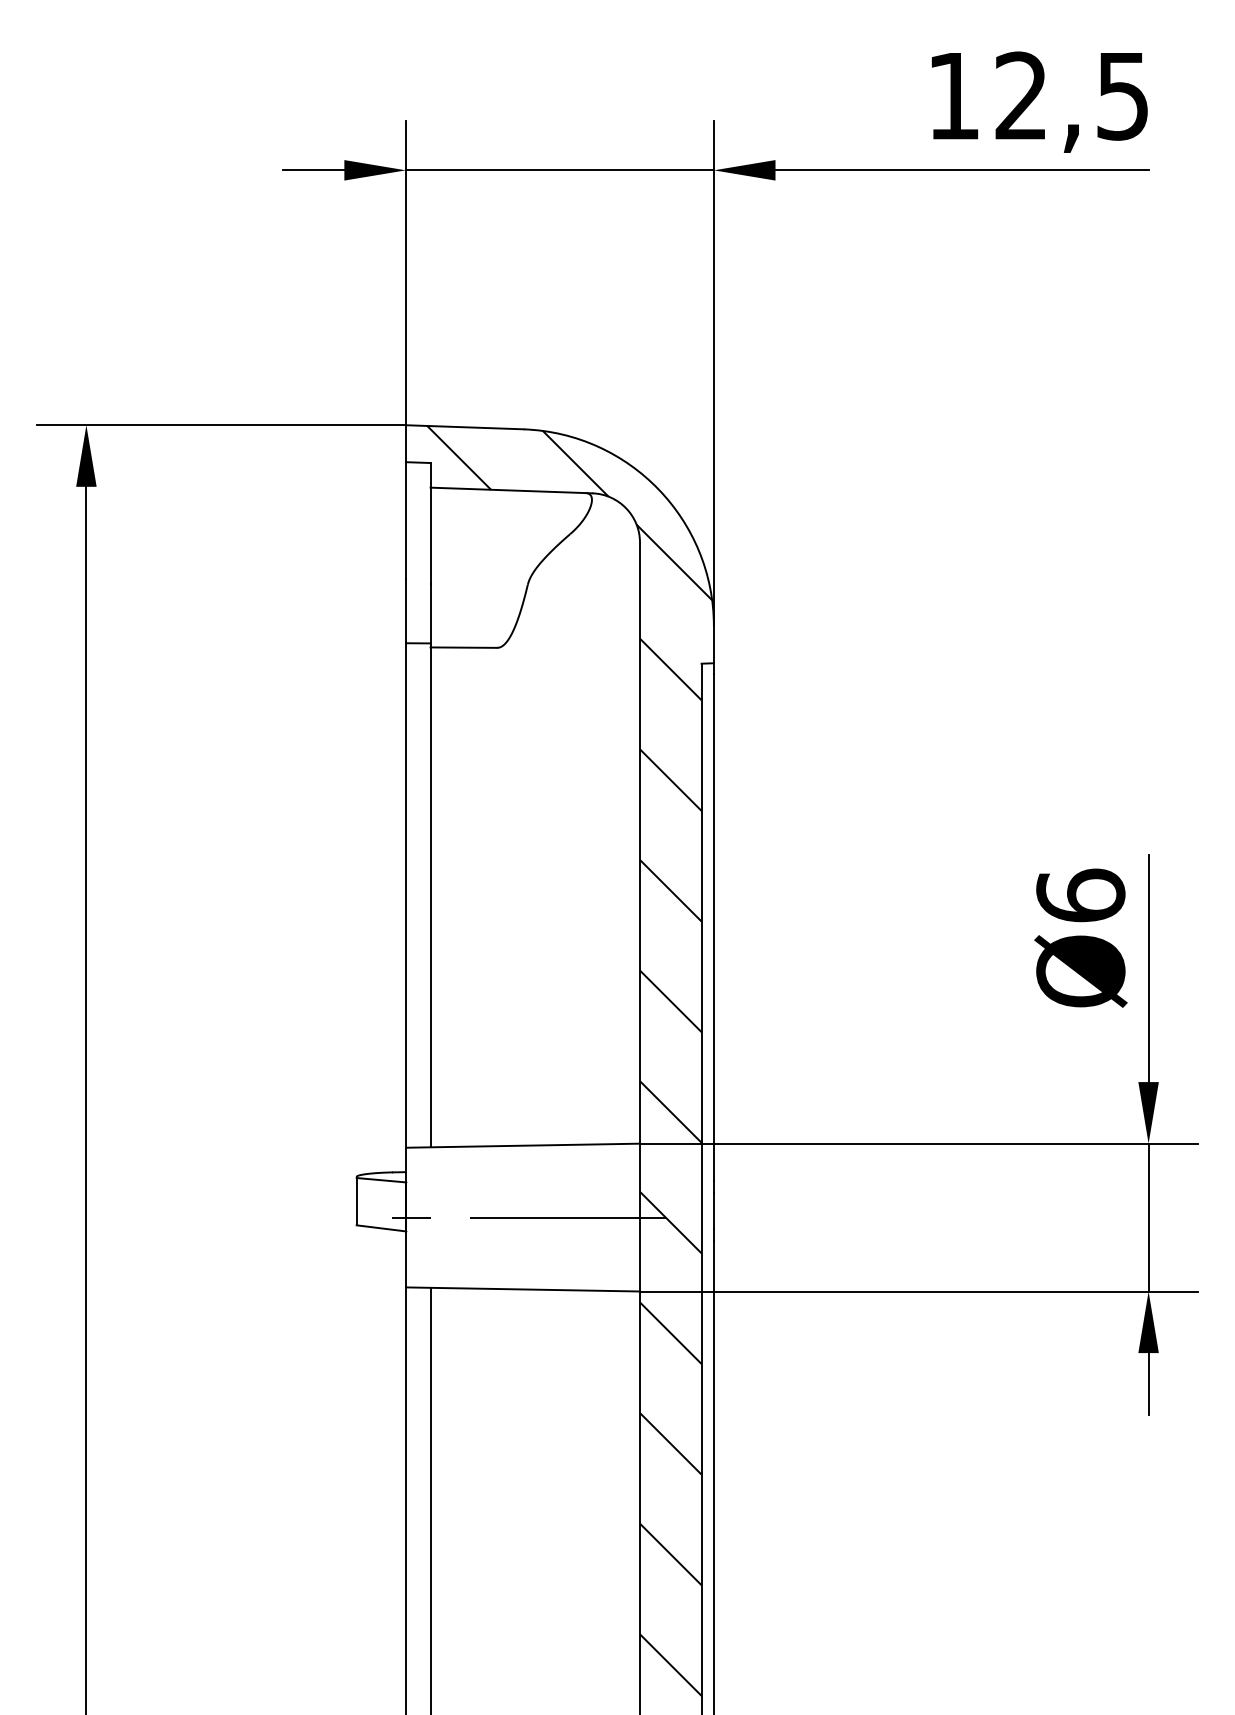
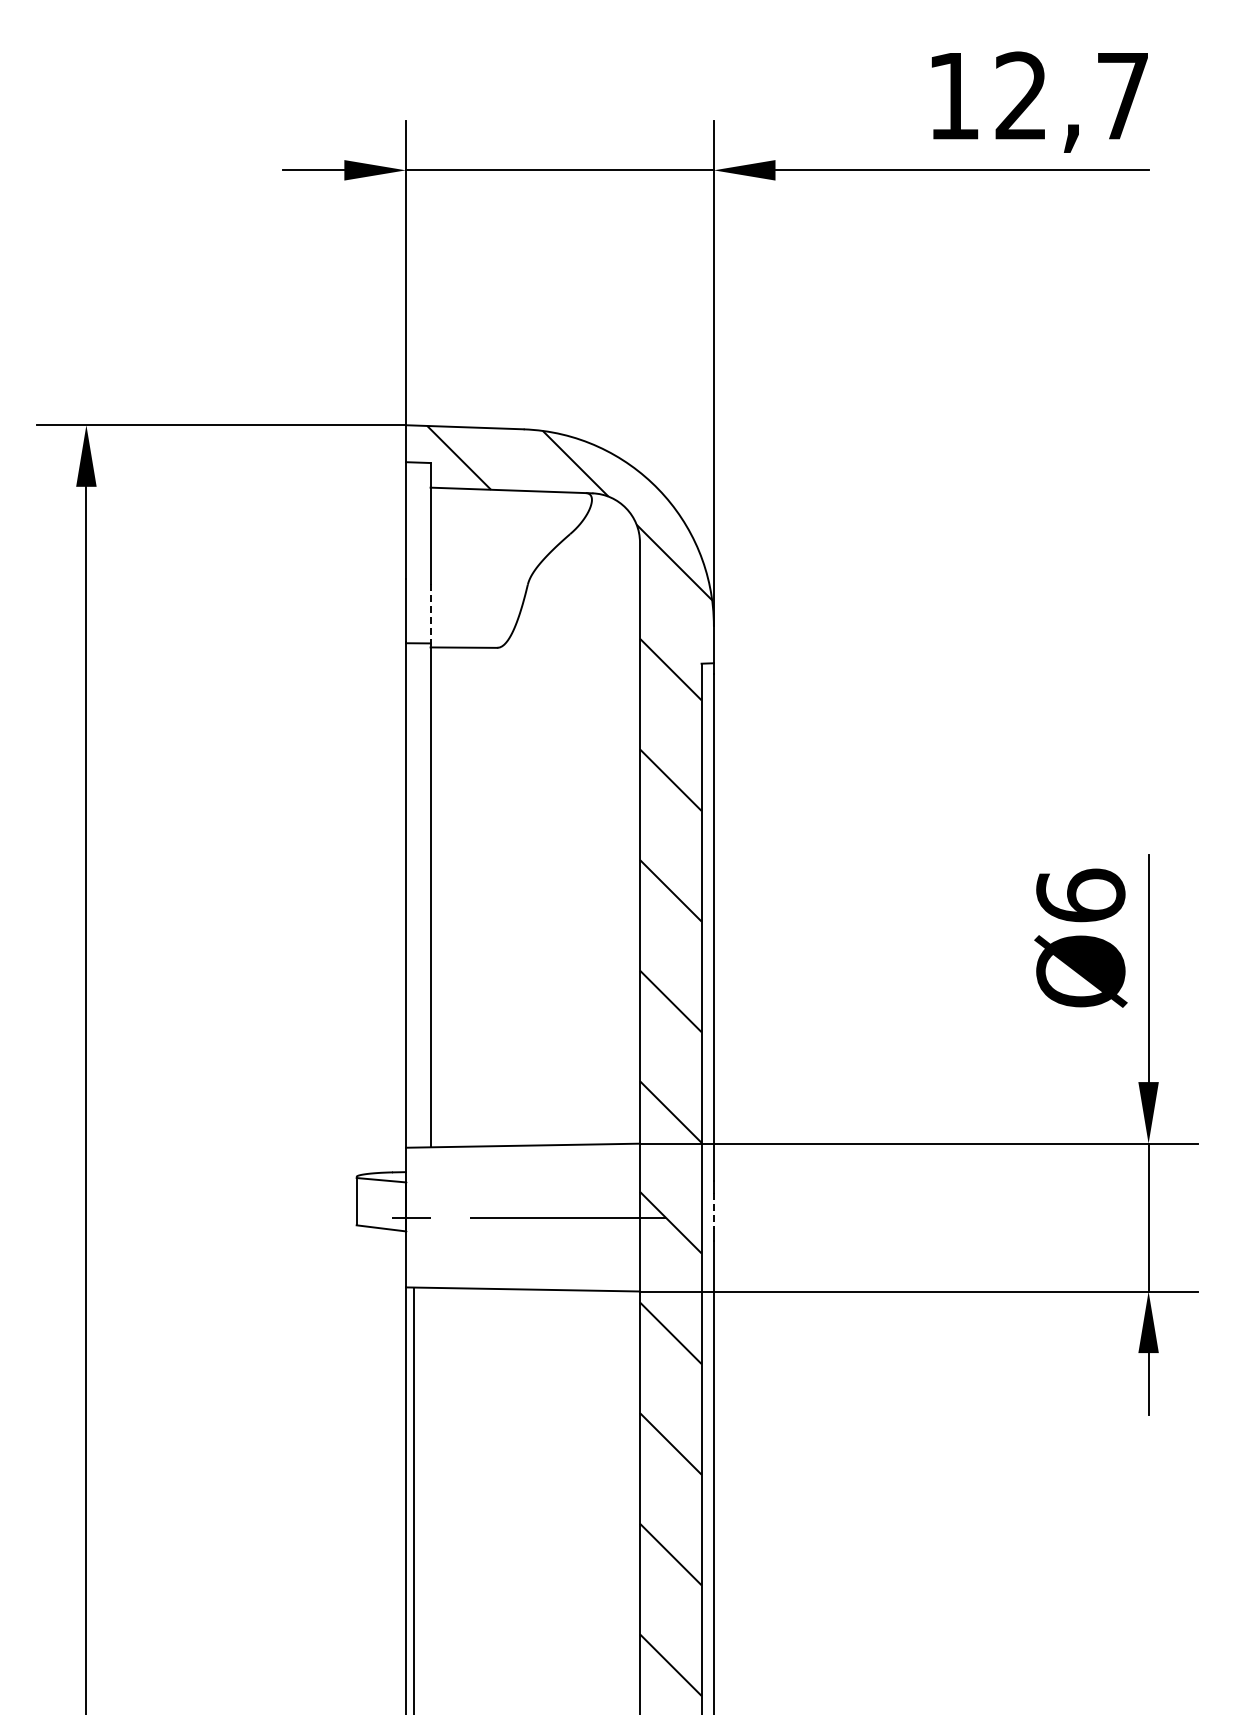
text at (1122, 96): 12,5 -> 12,7
line at (430, 615): solid -> dashed
line at (713, 1211): solid -> dashed
line at (430, 1499) position: (430, 1499) -> (413, 1499)
